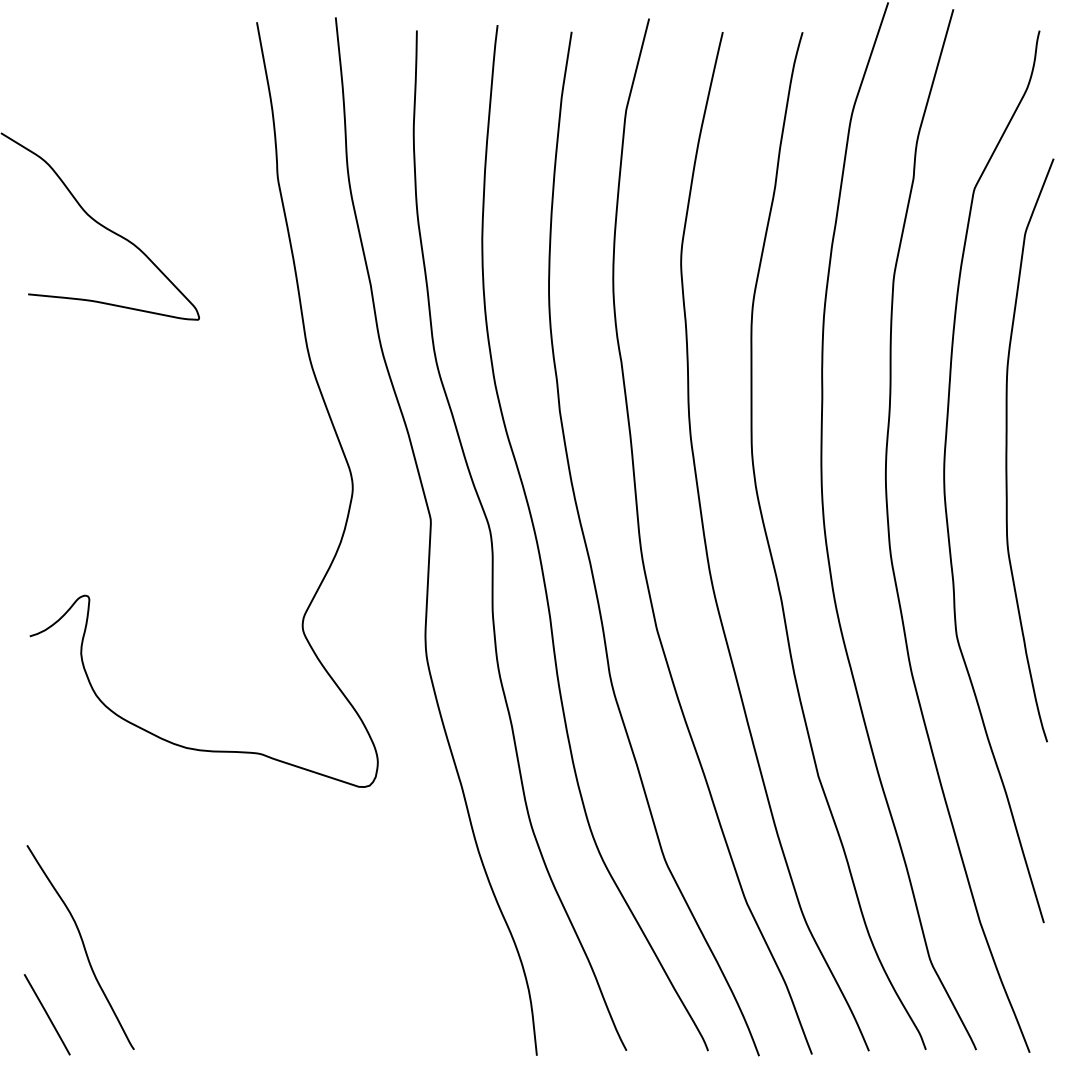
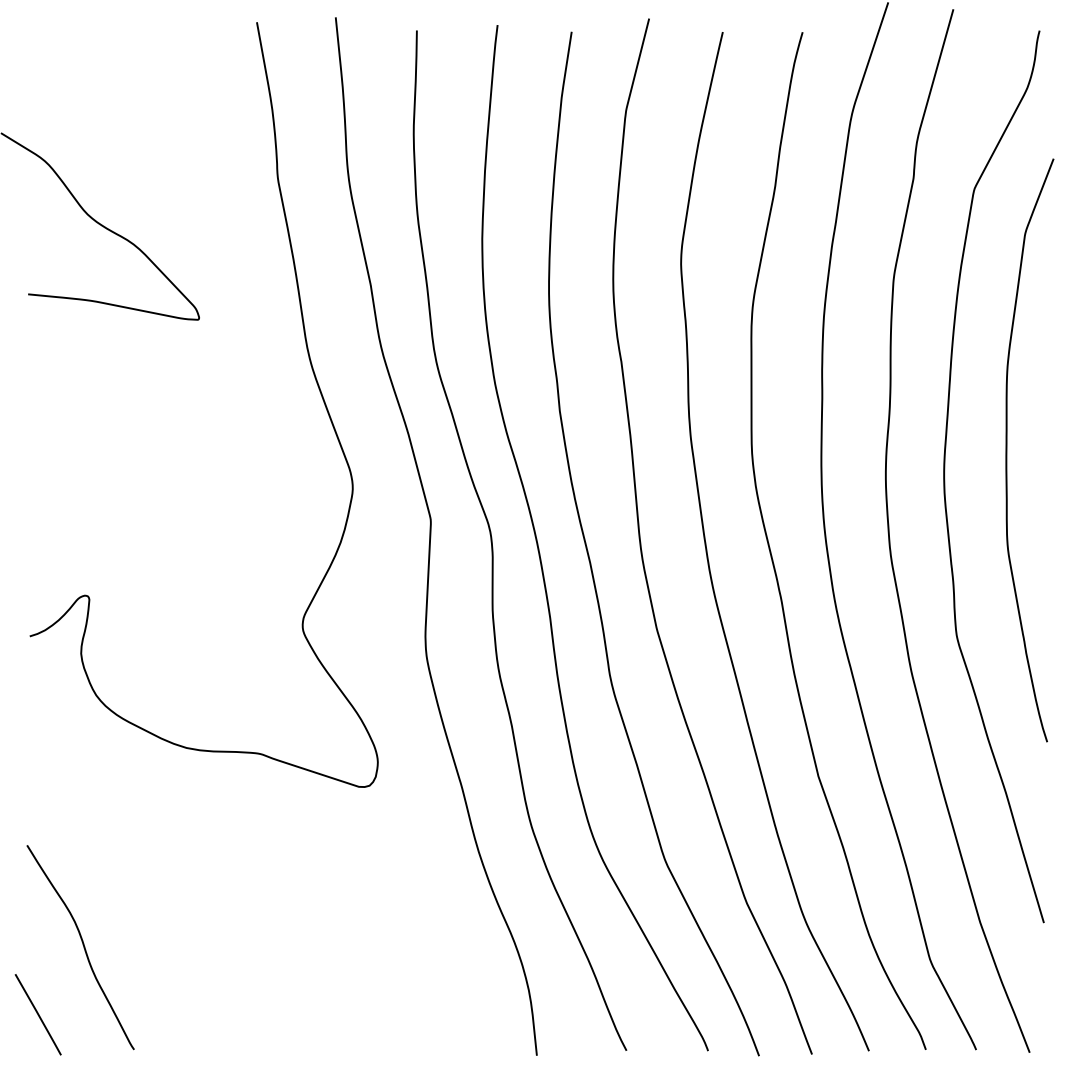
line at (46, 1014) position: (46, 1014) -> (37, 1014)
